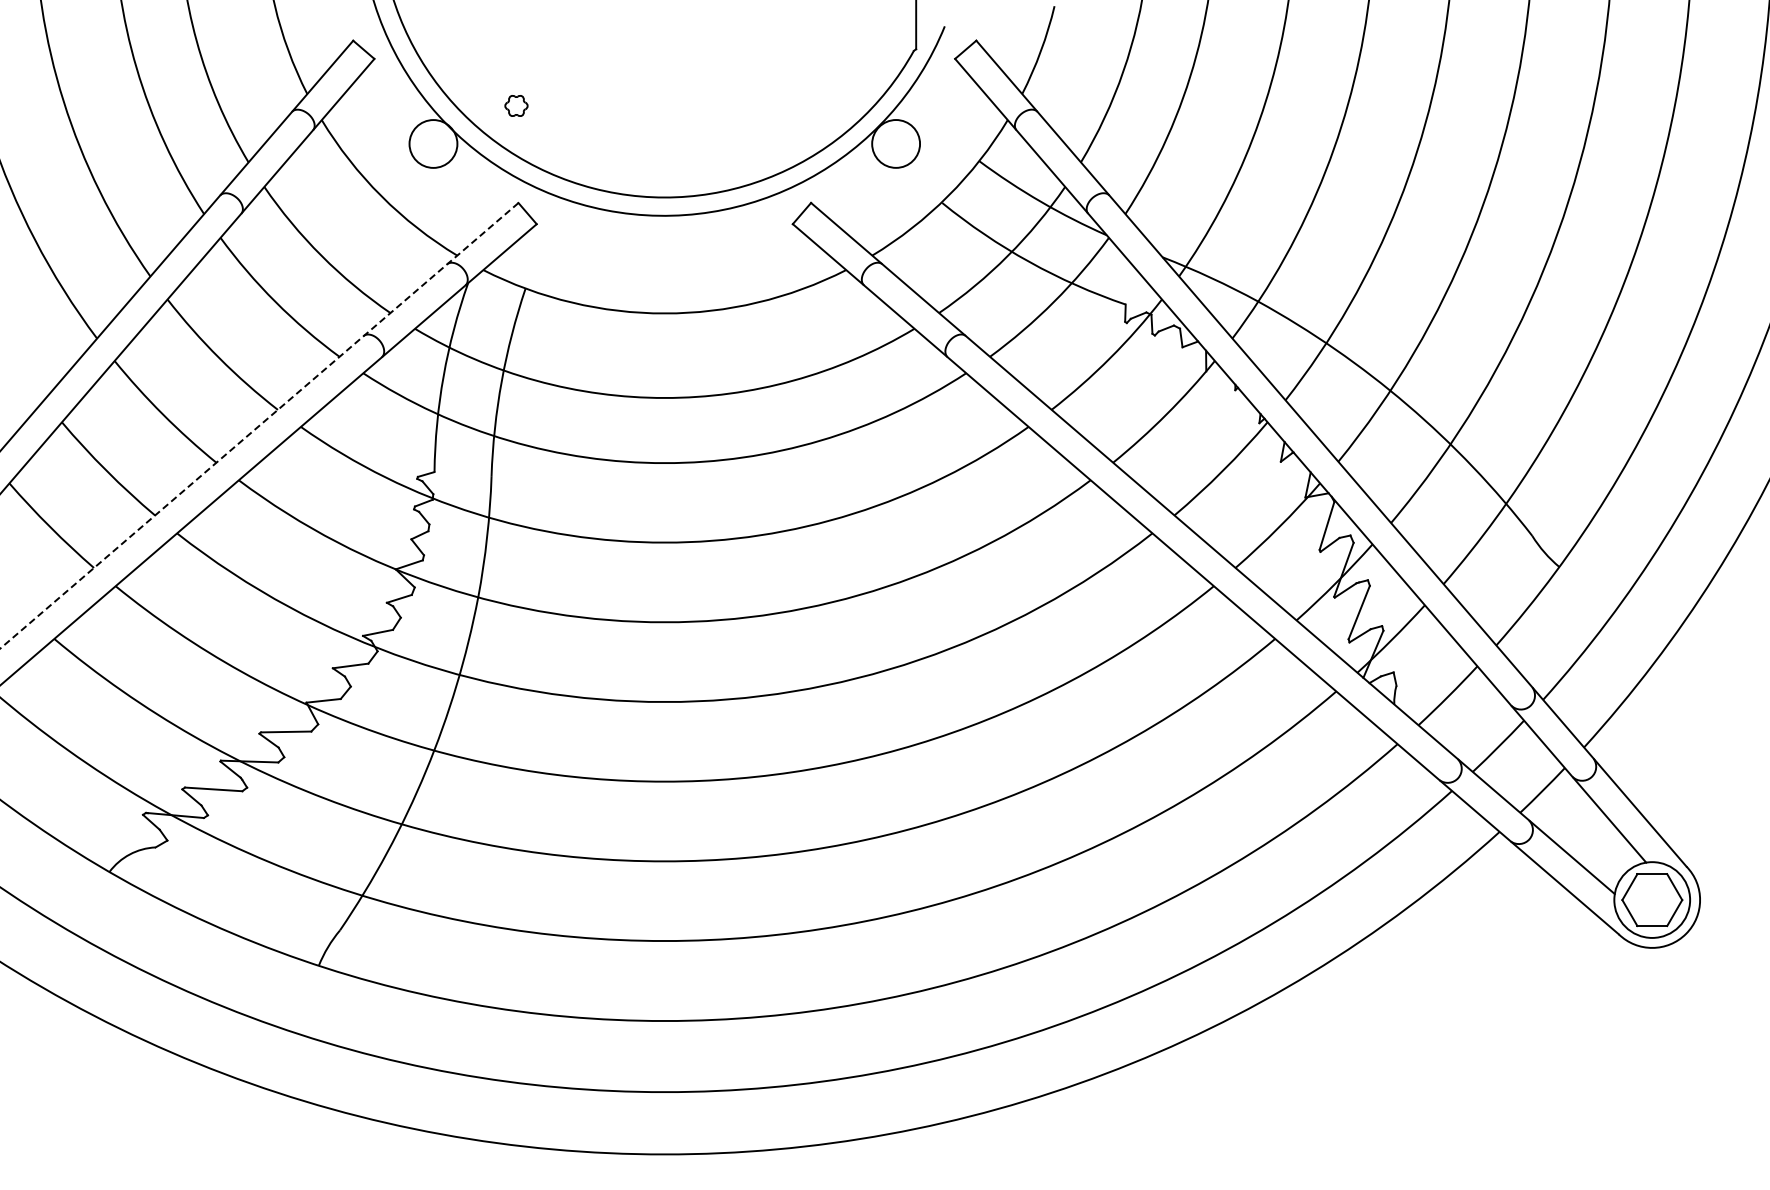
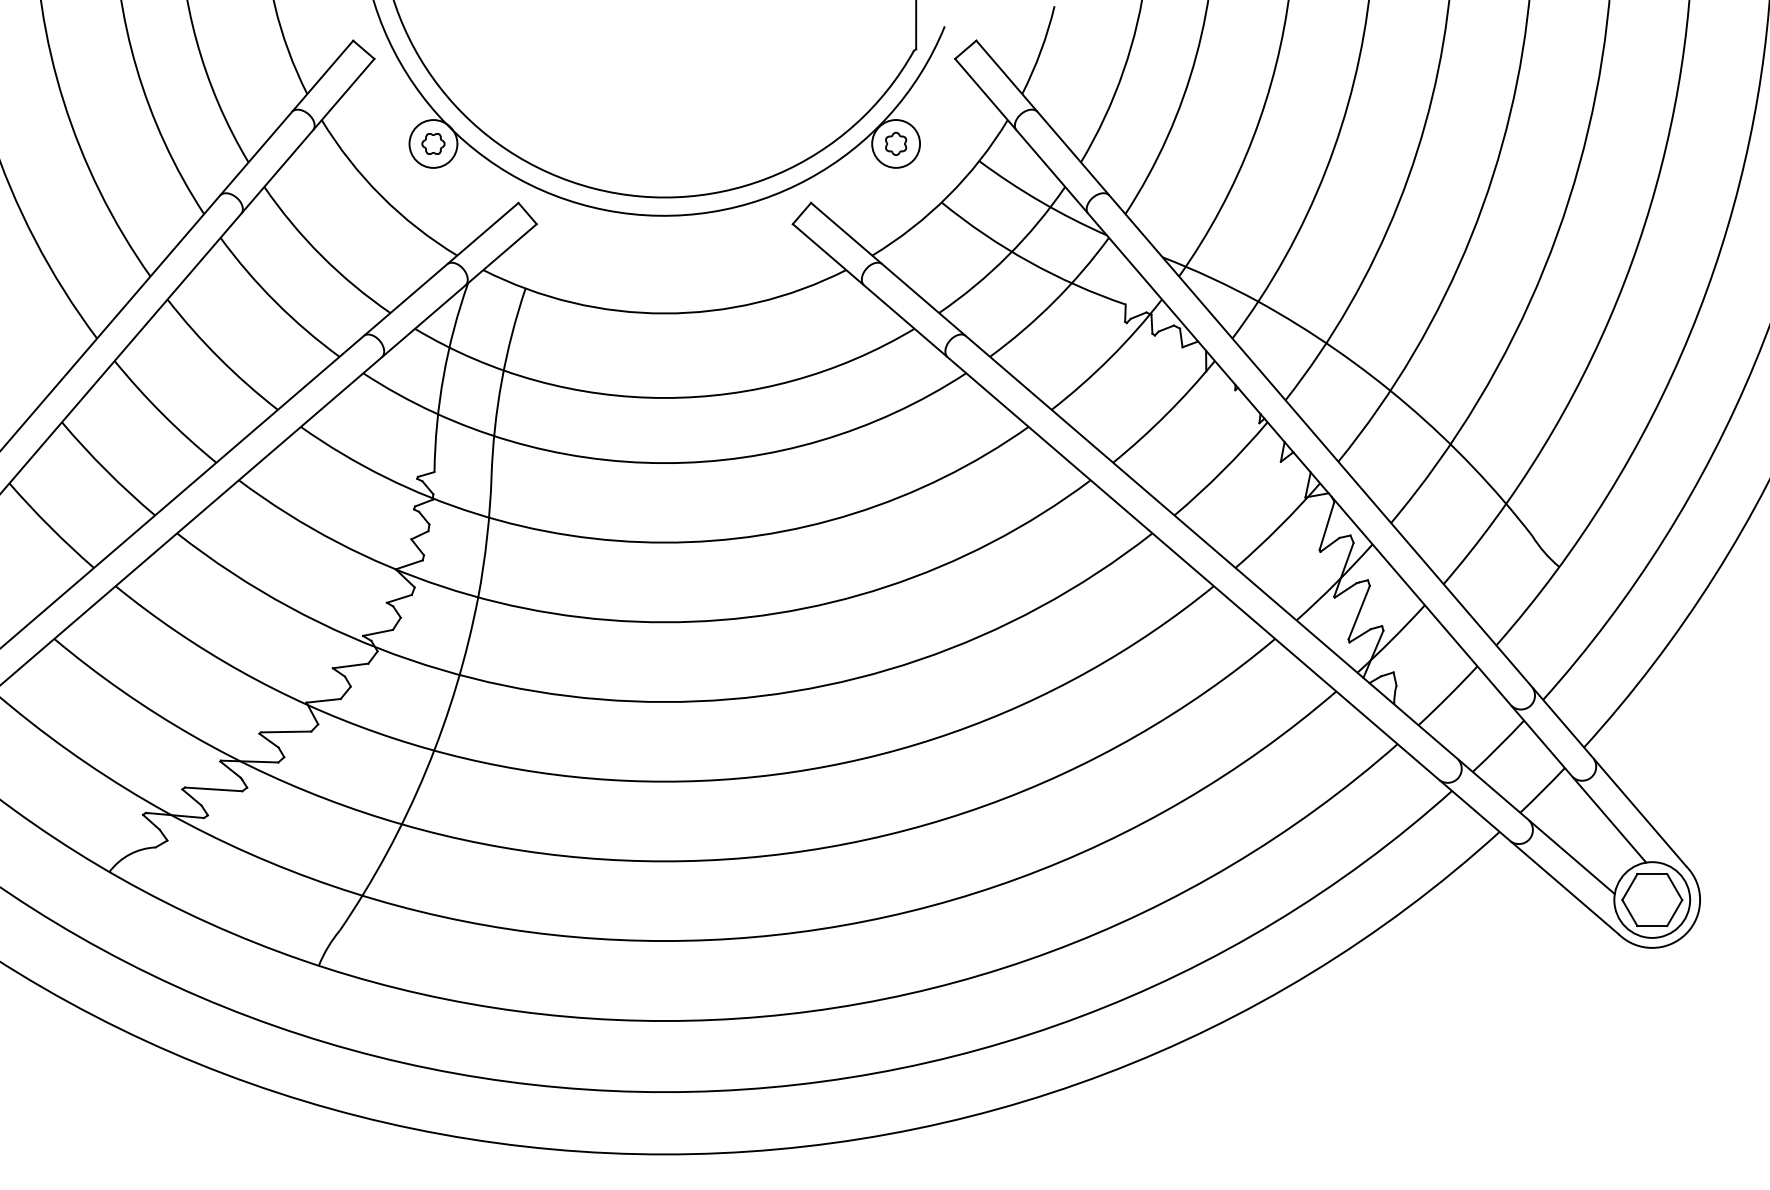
part at (516, 105) position: (516, 105) -> (433, 143)
part at (896, 143): none -> present
line at (259, 425): dashed -> solid
